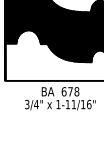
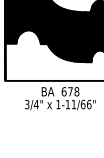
text at (82, 104): 1-11/16" -> 1-11/66"
